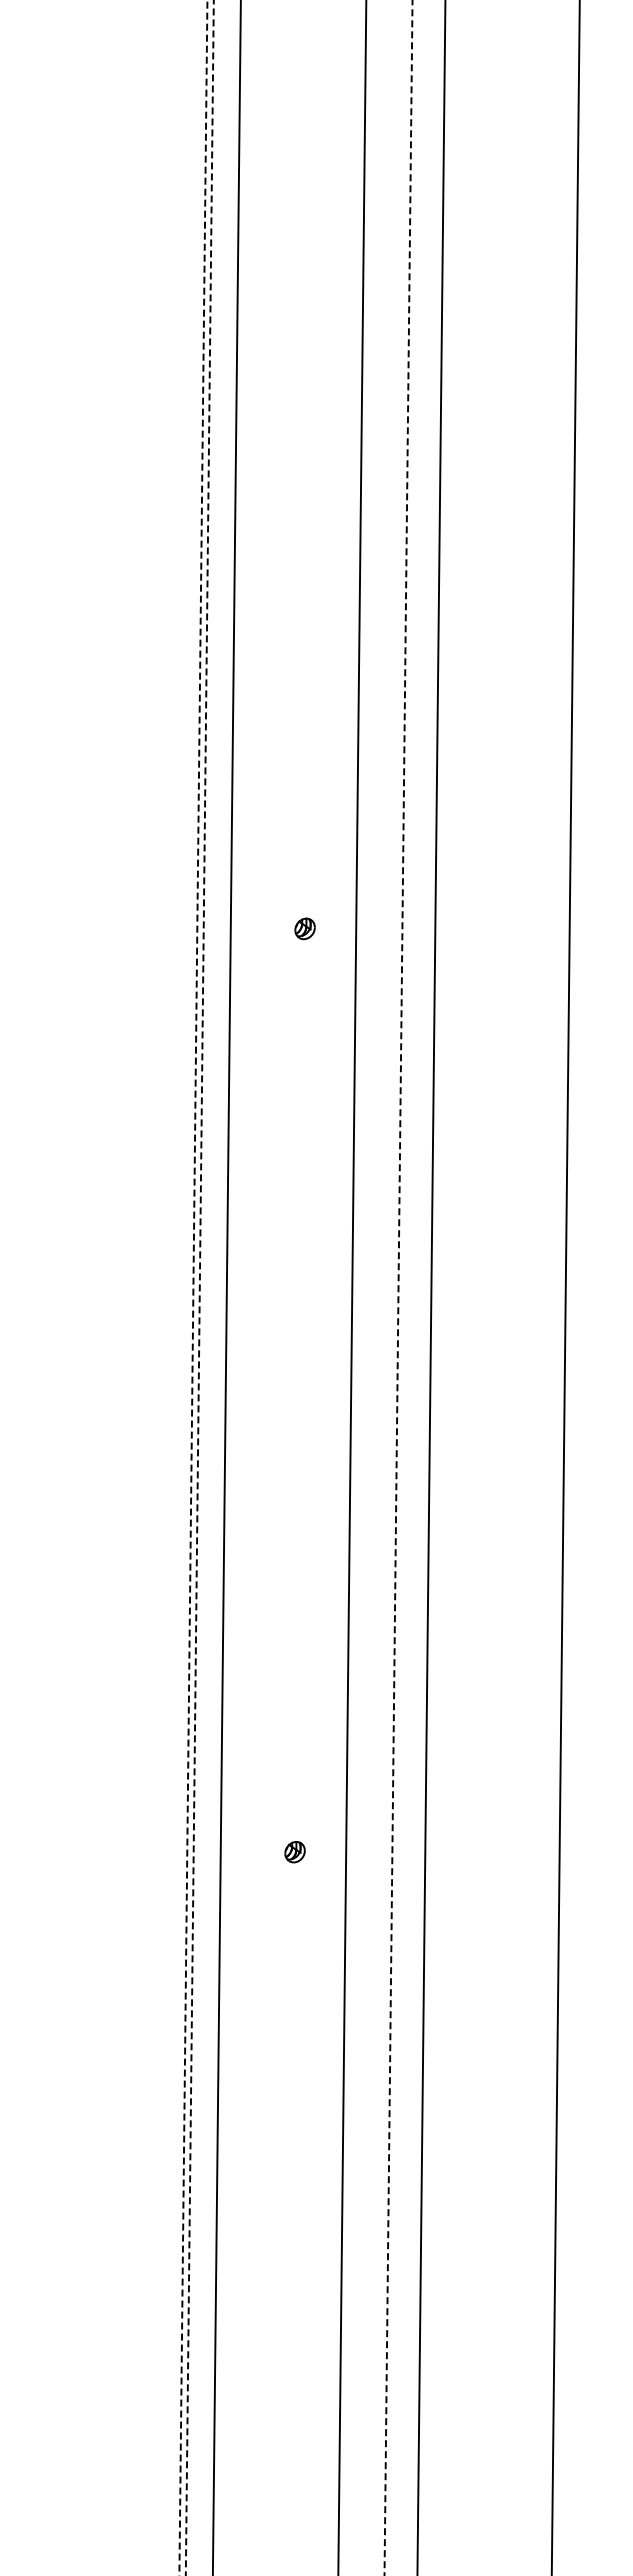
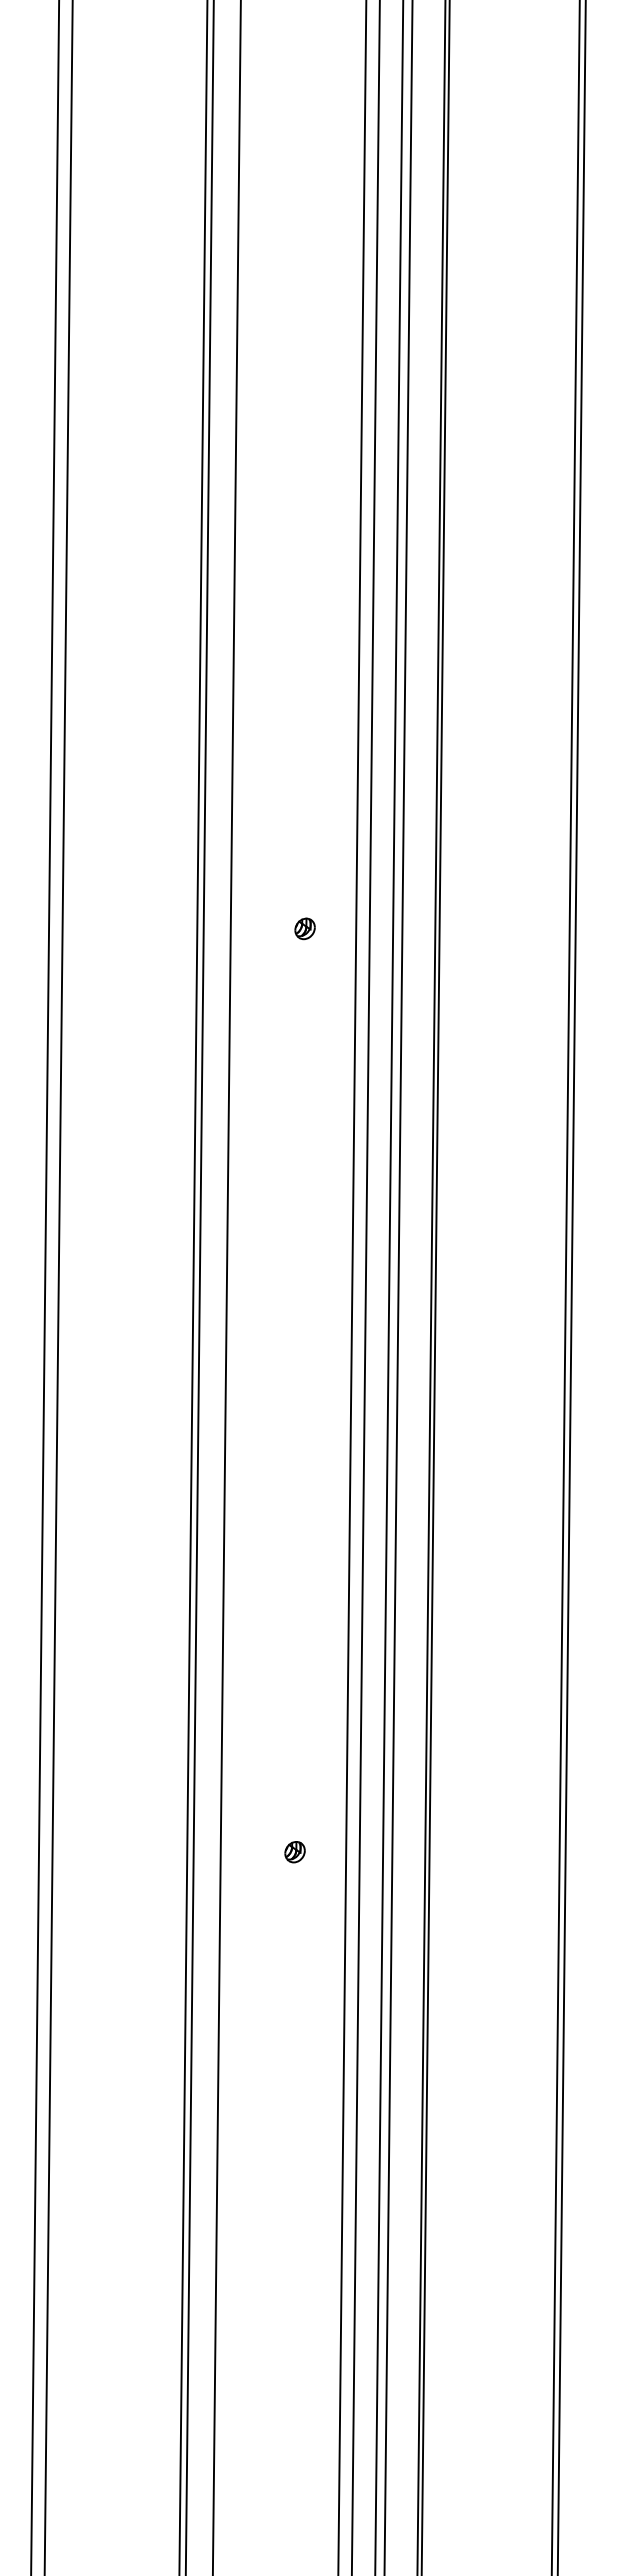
line at (45, 1287): none -> present
line at (58, 1287): none -> present
line at (193, 1287): dashed -> solid
line at (199, 1287): dashed -> solid
line at (365, 1287): none -> present
line at (389, 1287): none -> present
line at (435, 1287): none -> present
line at (571, 1287): none -> present
line at (398, 1288): dashed -> solid
